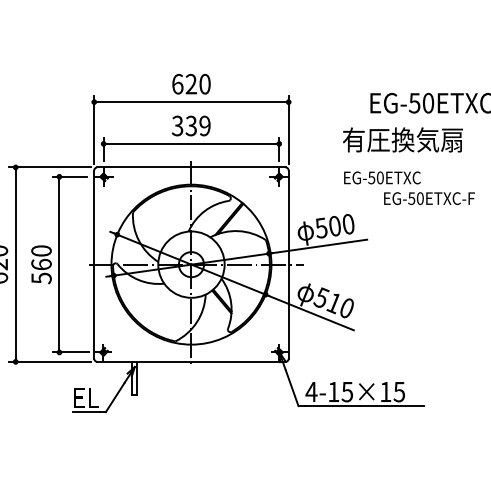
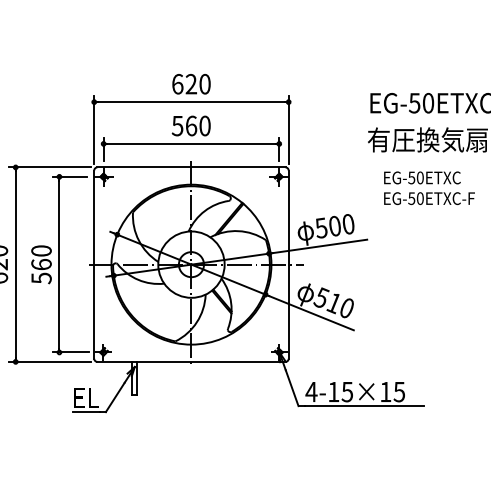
text at (191, 125): 339 -> 560
text at (402, 139) position: (402, 139) -> (427, 139)
text at (382, 177) position: (382, 177) -> (422, 177)
